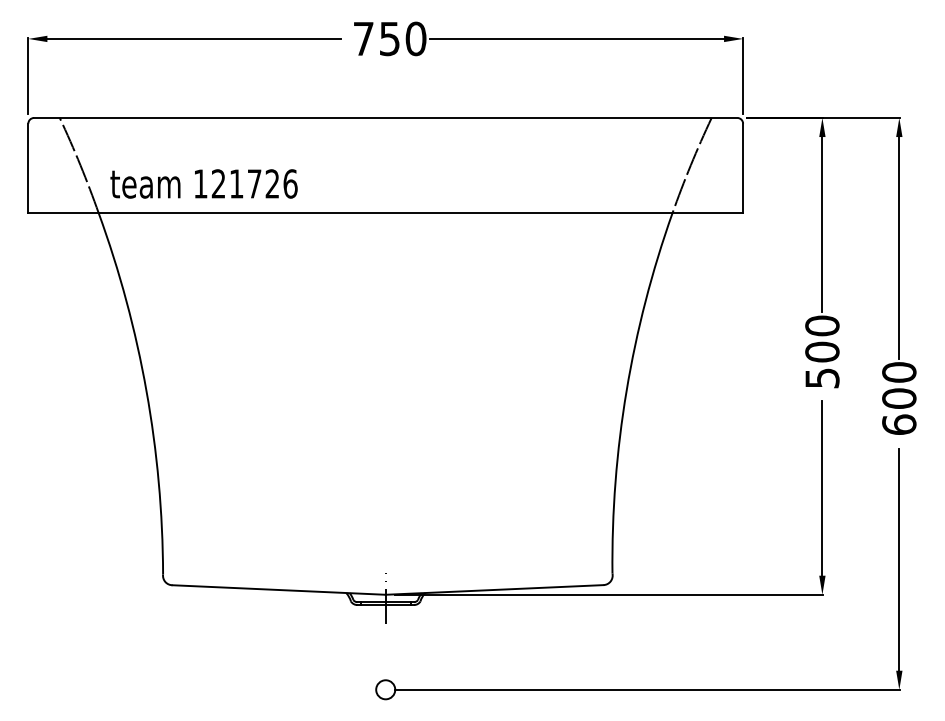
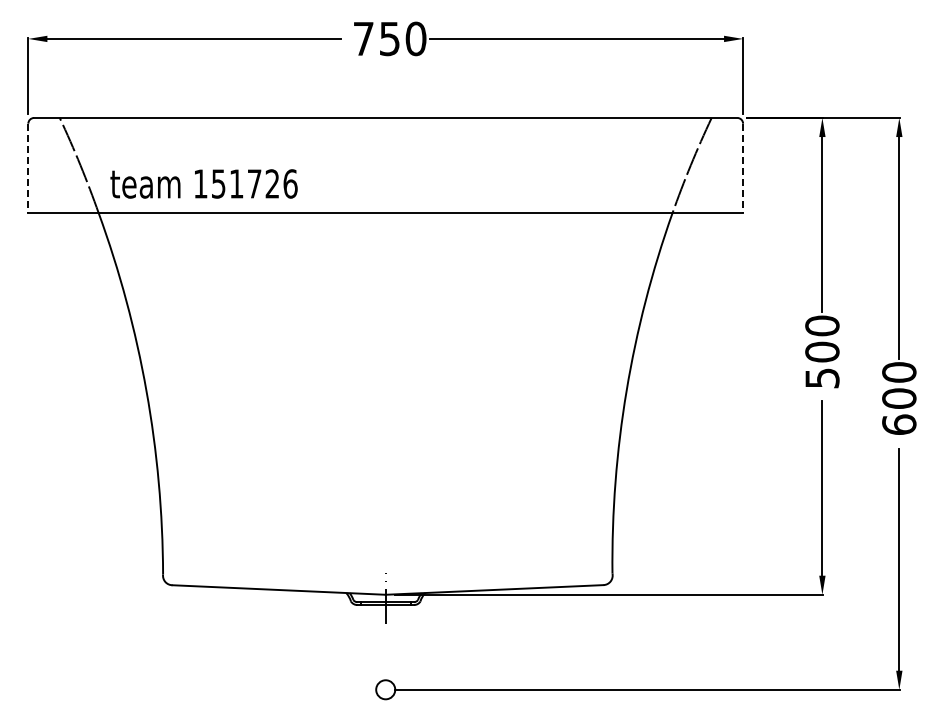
line at (28, 168): solid -> dashed
line at (743, 168): solid -> dashed
text at (218, 183): 121726 -> 151726
